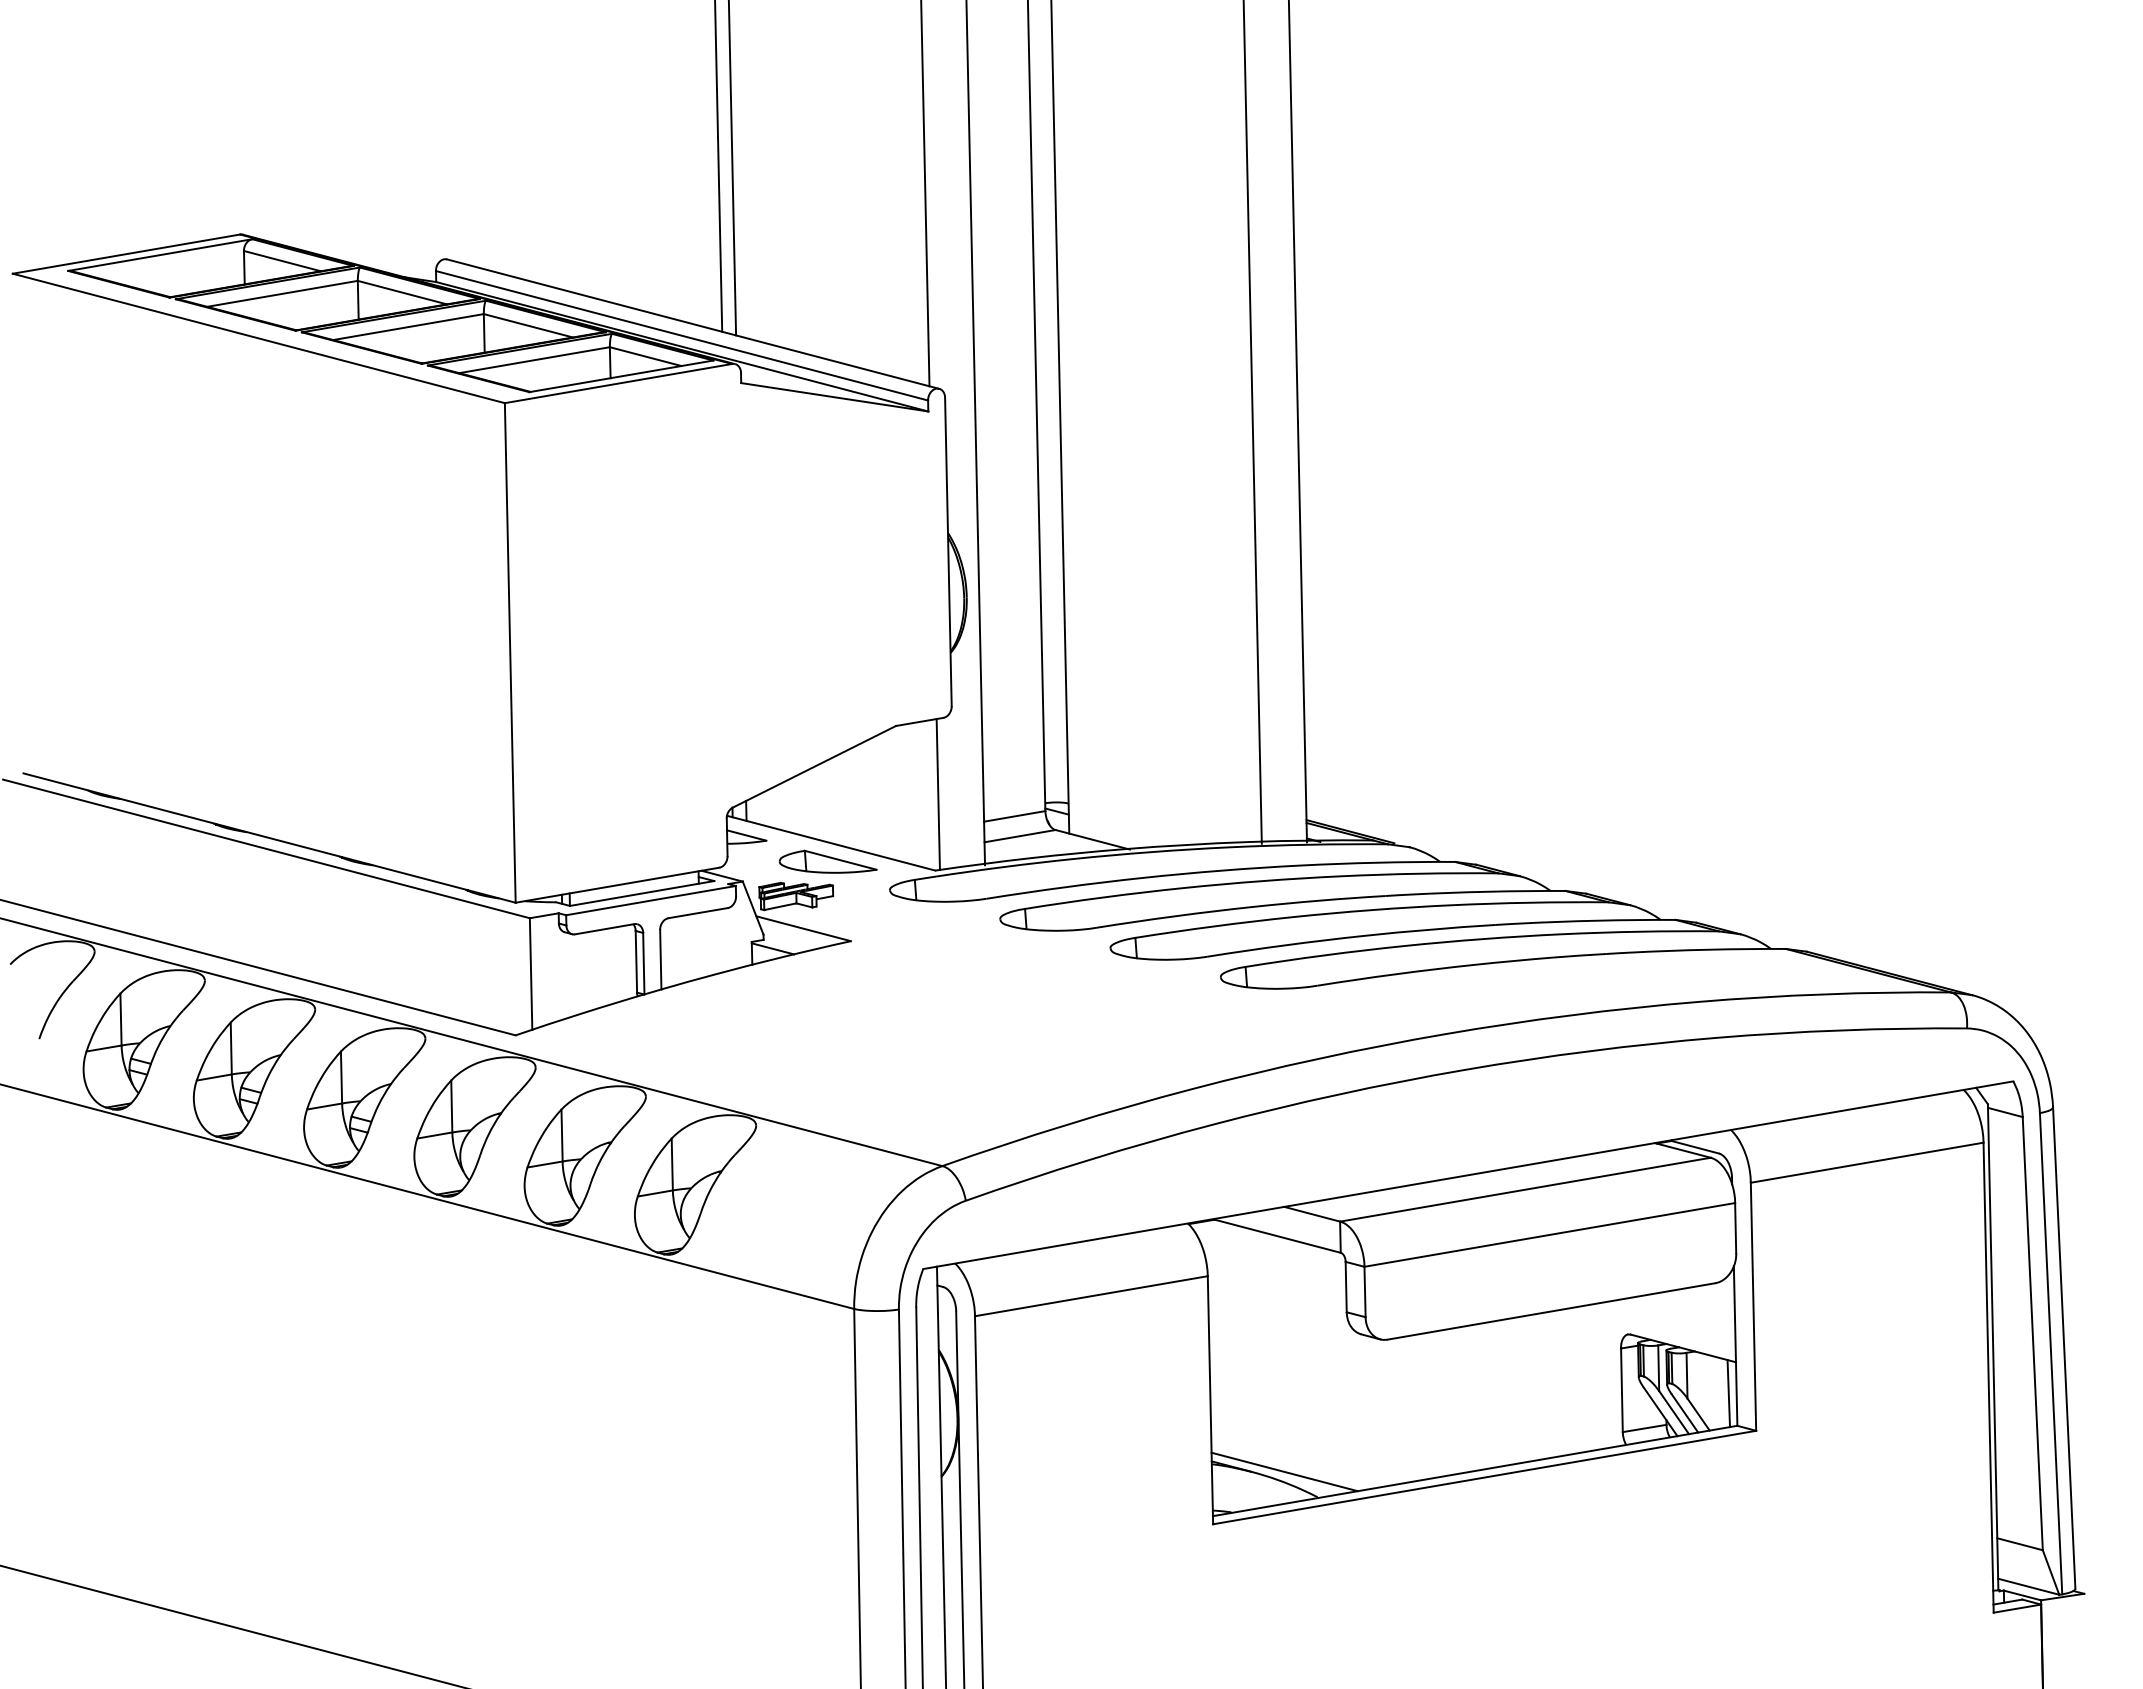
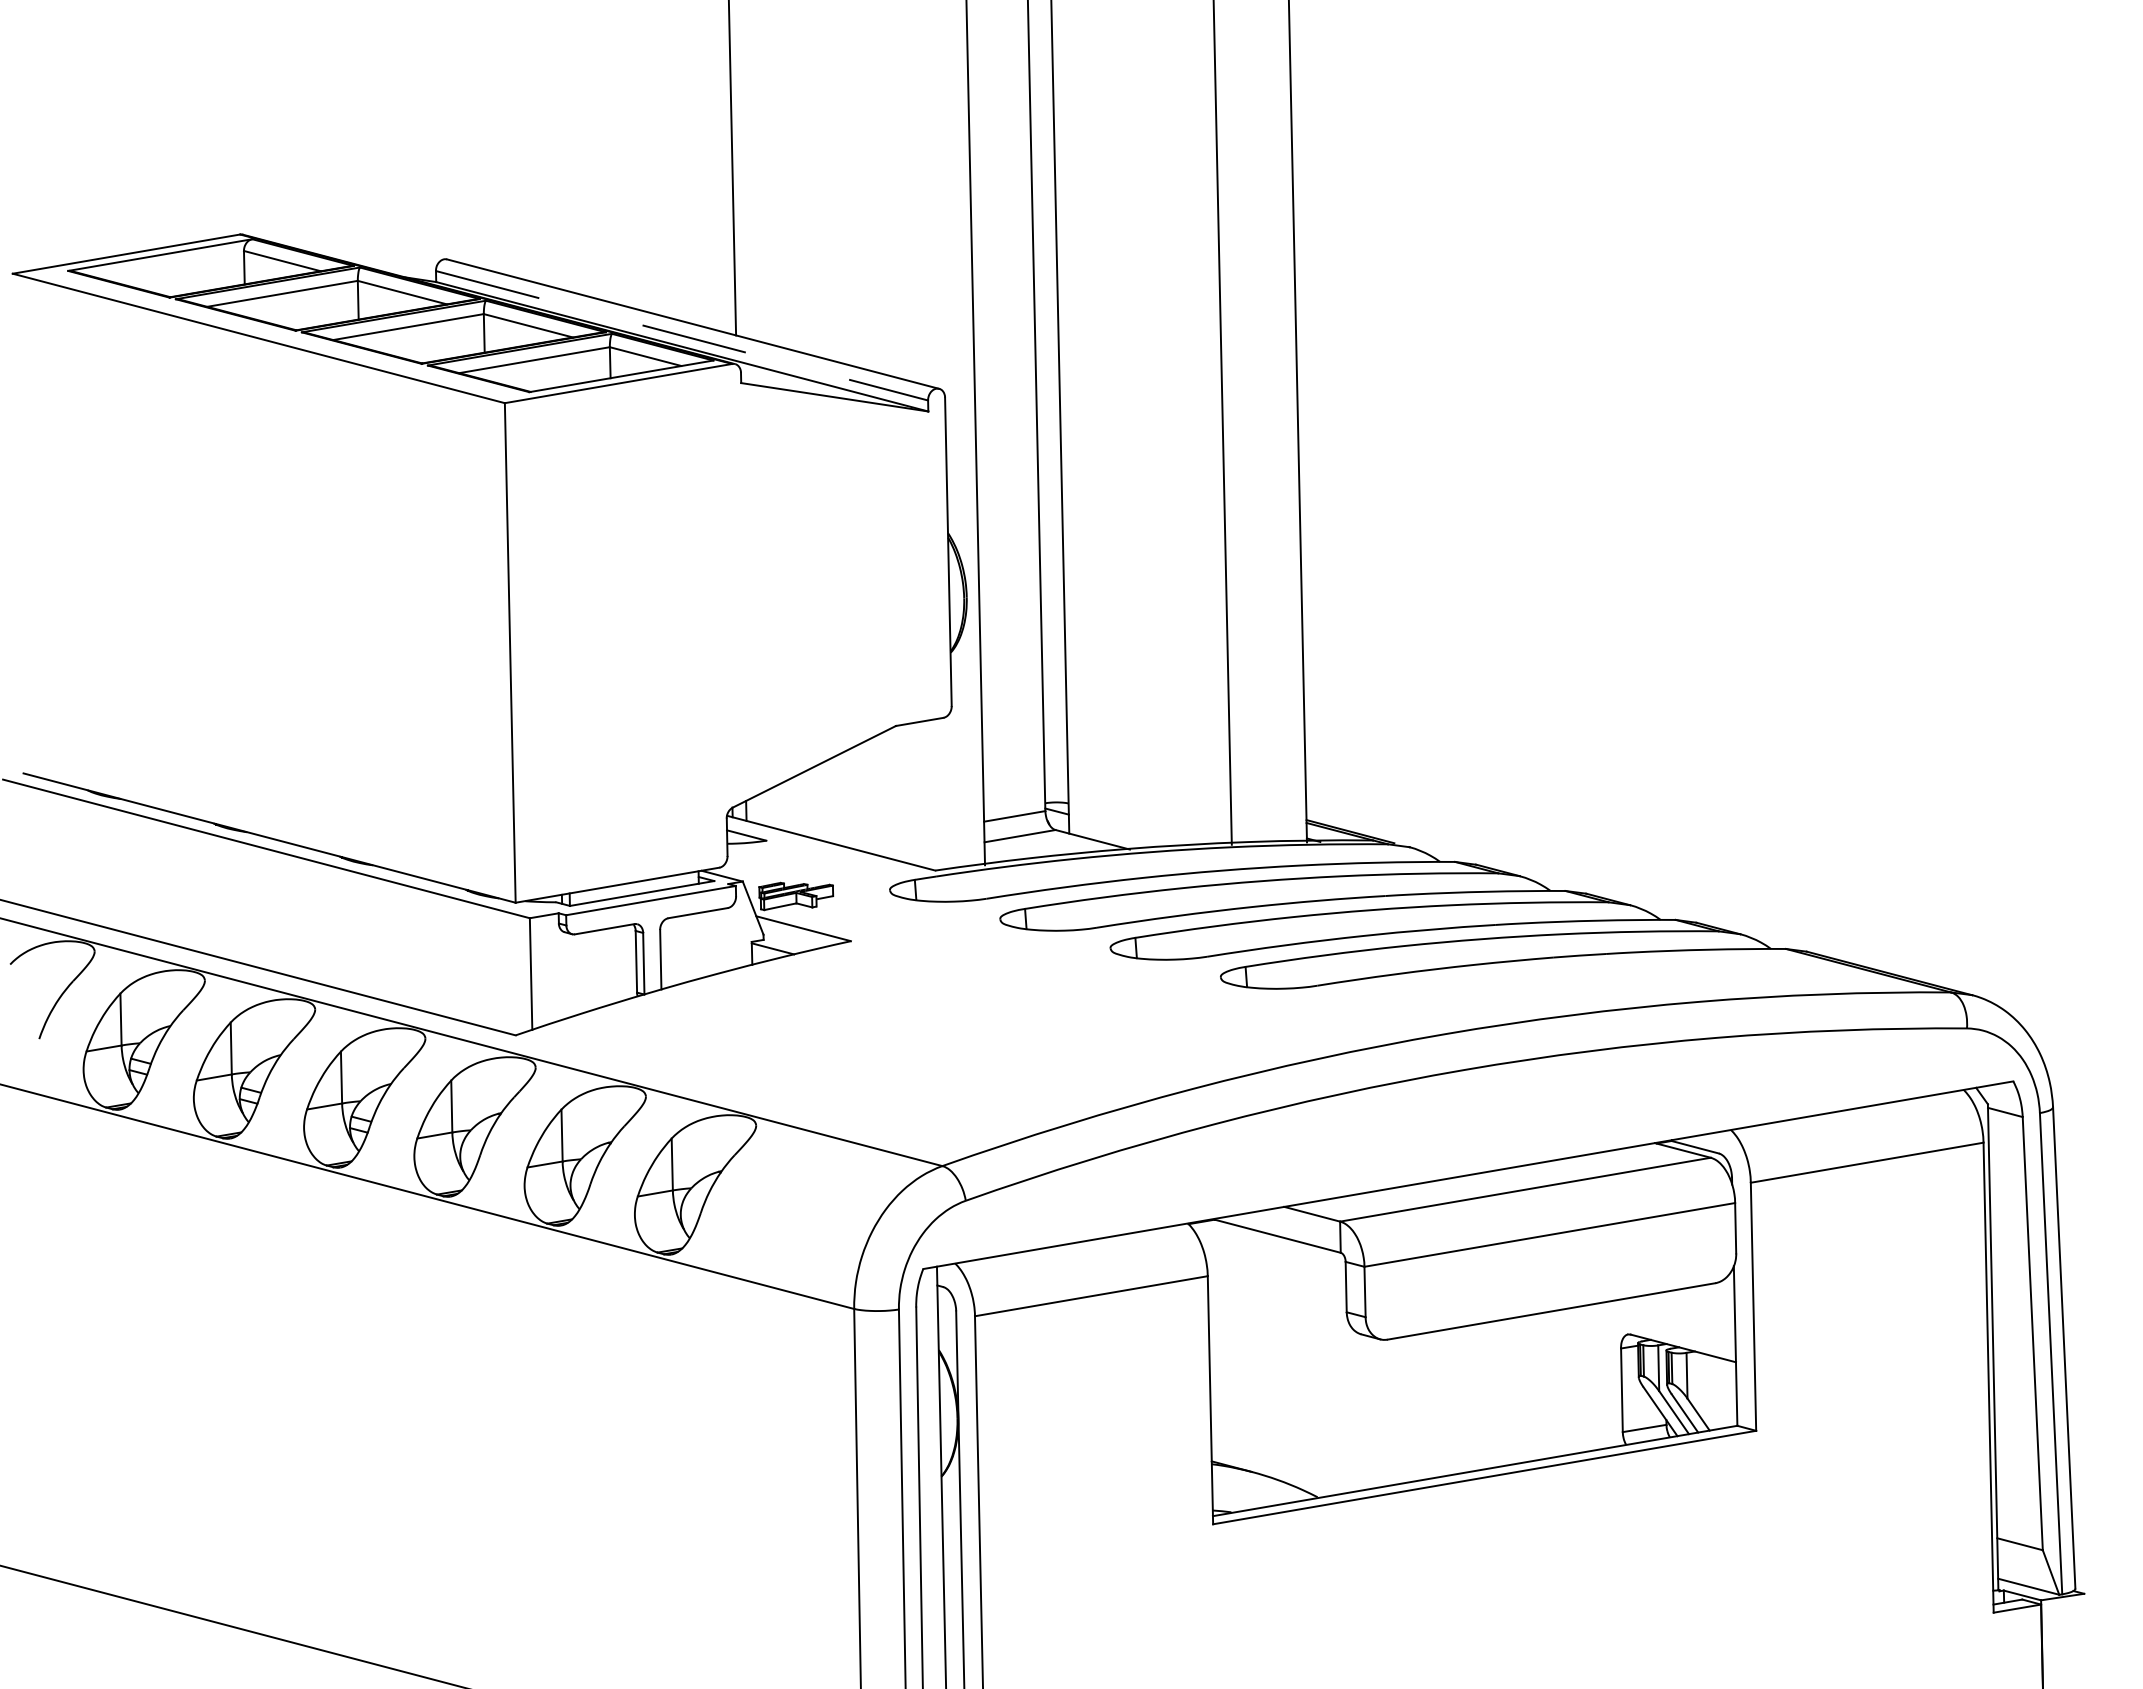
line at (718, 166): present -> none
line at (925, 194): present -> none
line at (682, 335): solid -> dashed
line at (1252, 422) position: (1252, 422) -> (1222, 423)
line at (937, 794): present -> none
part at (827, 861): present -> none
line at (1728, 1393): present -> none
line at (1284, 1471): present -> none
